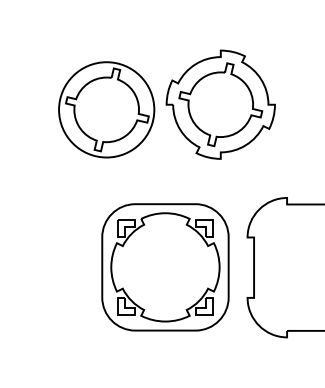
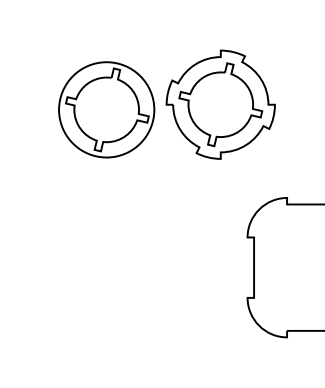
part at (165, 267): present -> none
